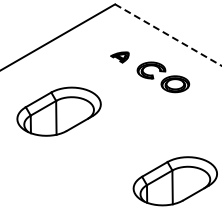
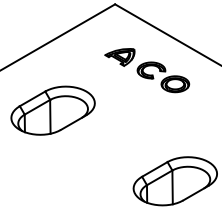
line at (168, 35): dashed -> solid
part at (119, 57) size: 20x13 px -> 32x19 px
part at (58, 111) position: (58, 111) -> (52, 110)
